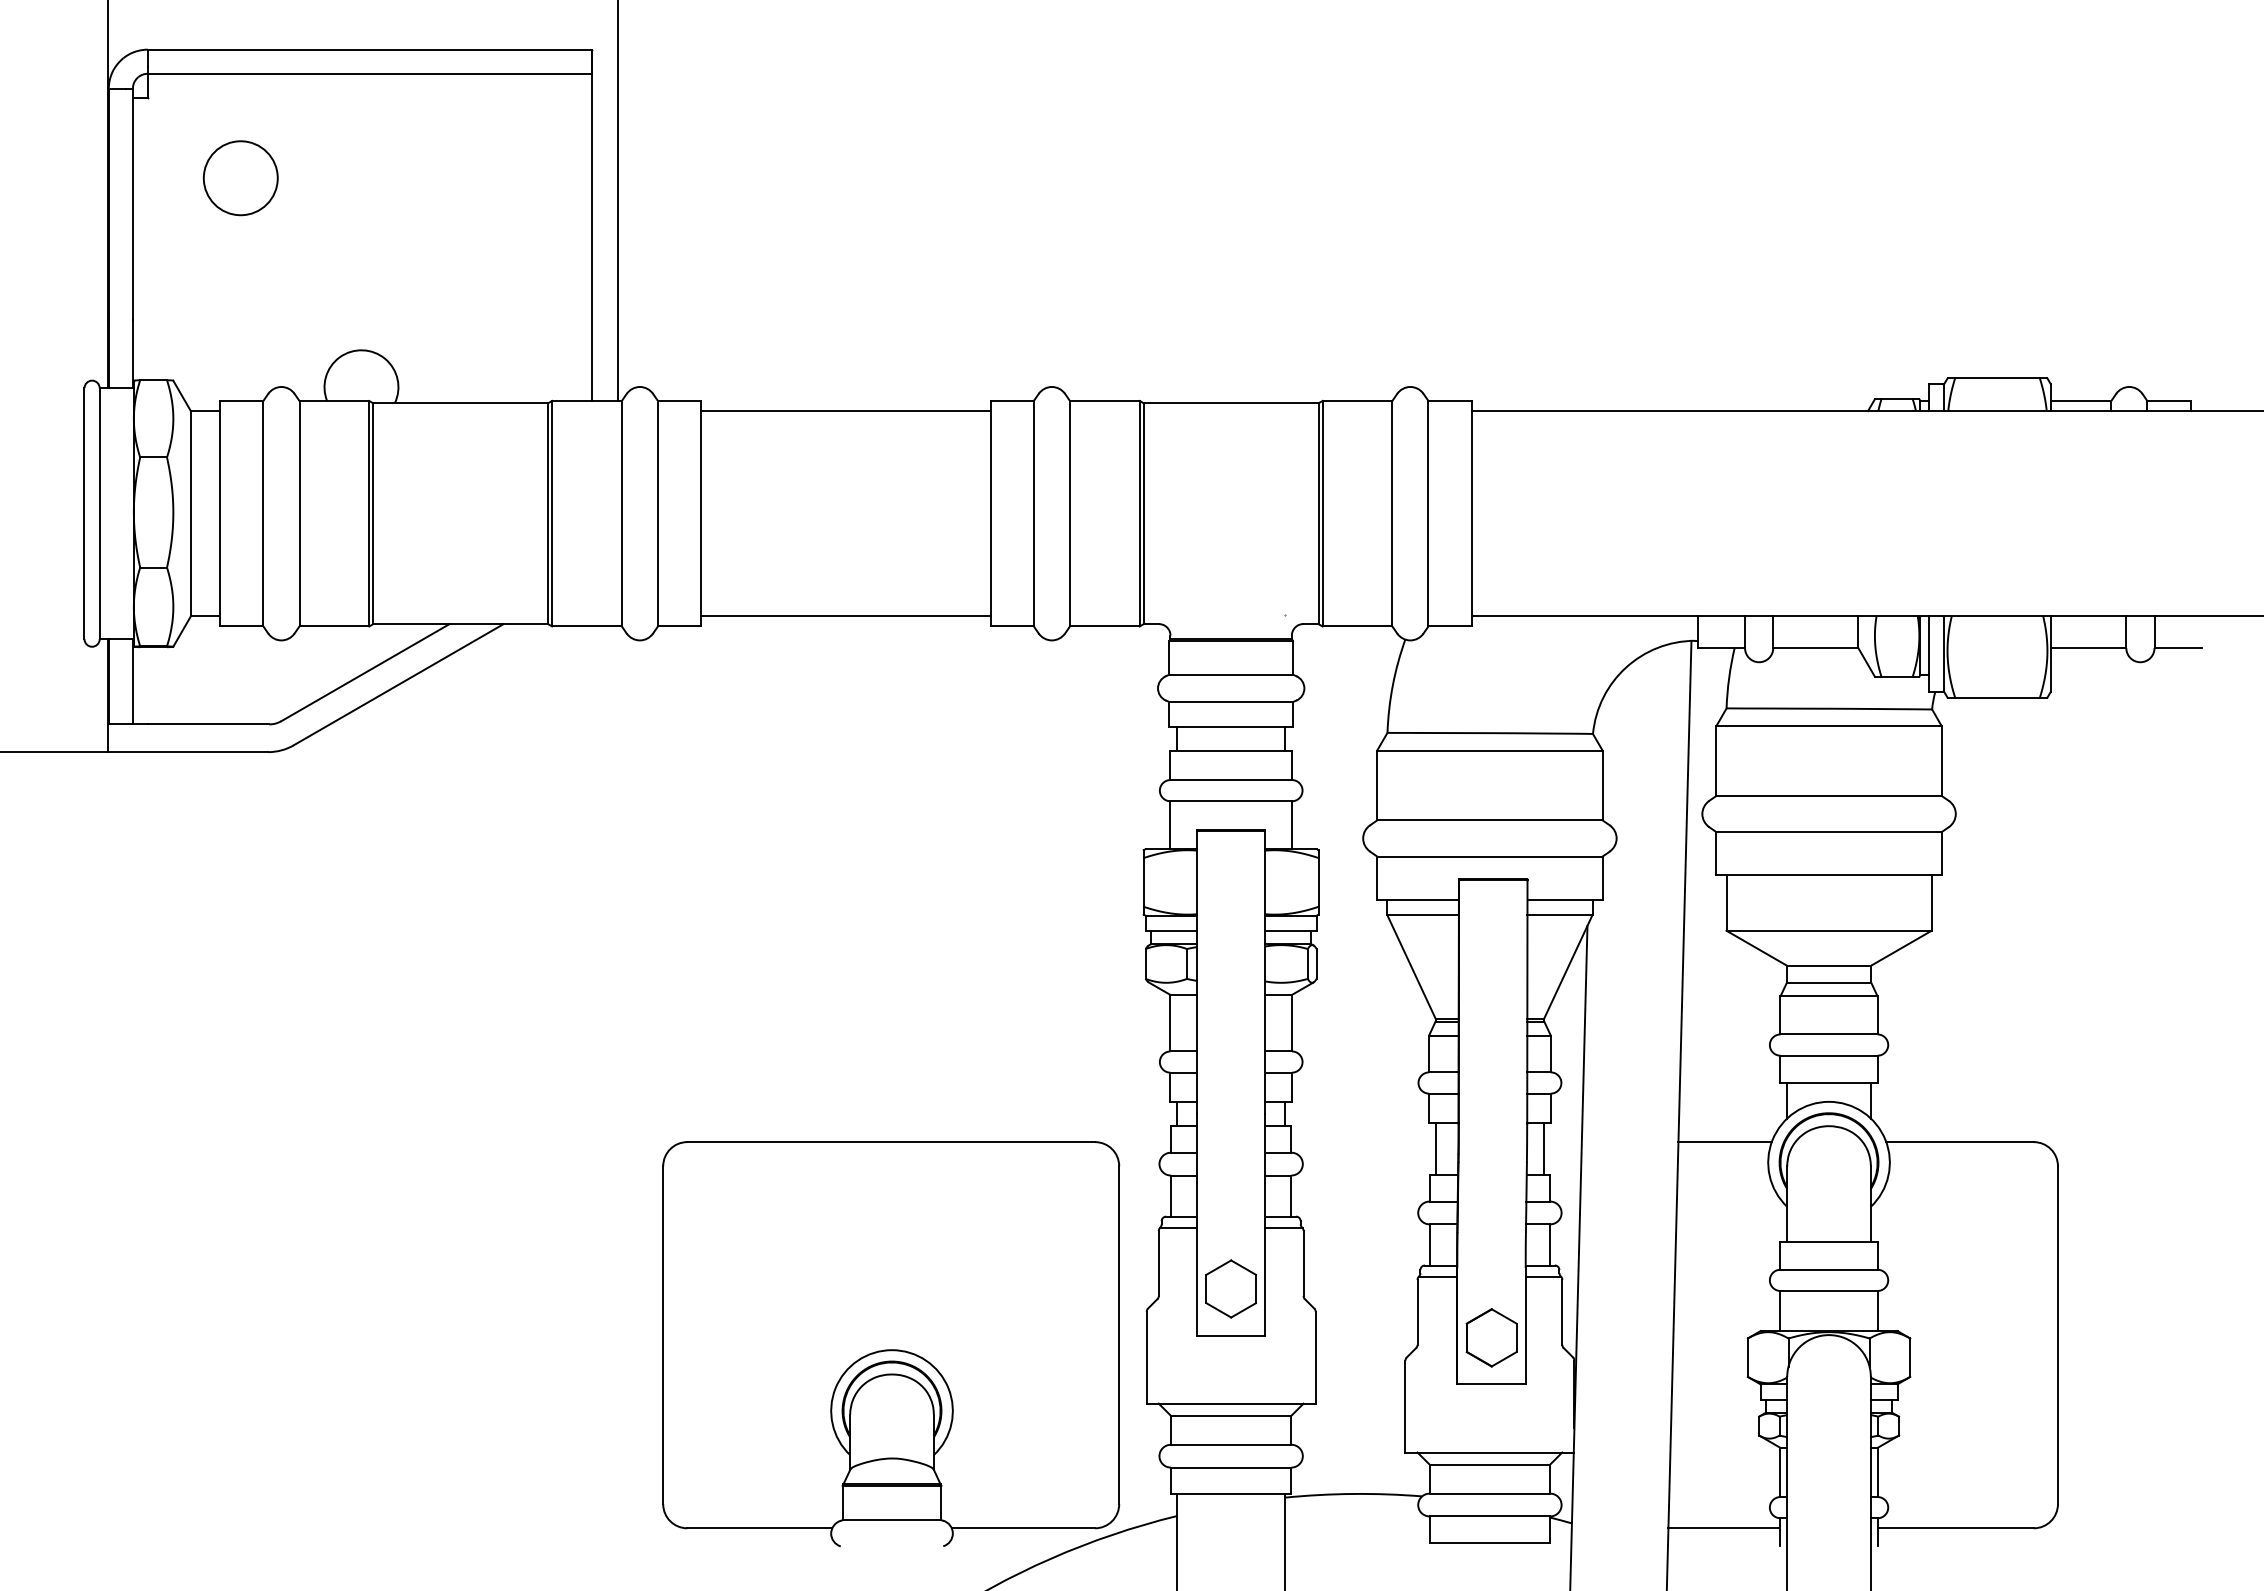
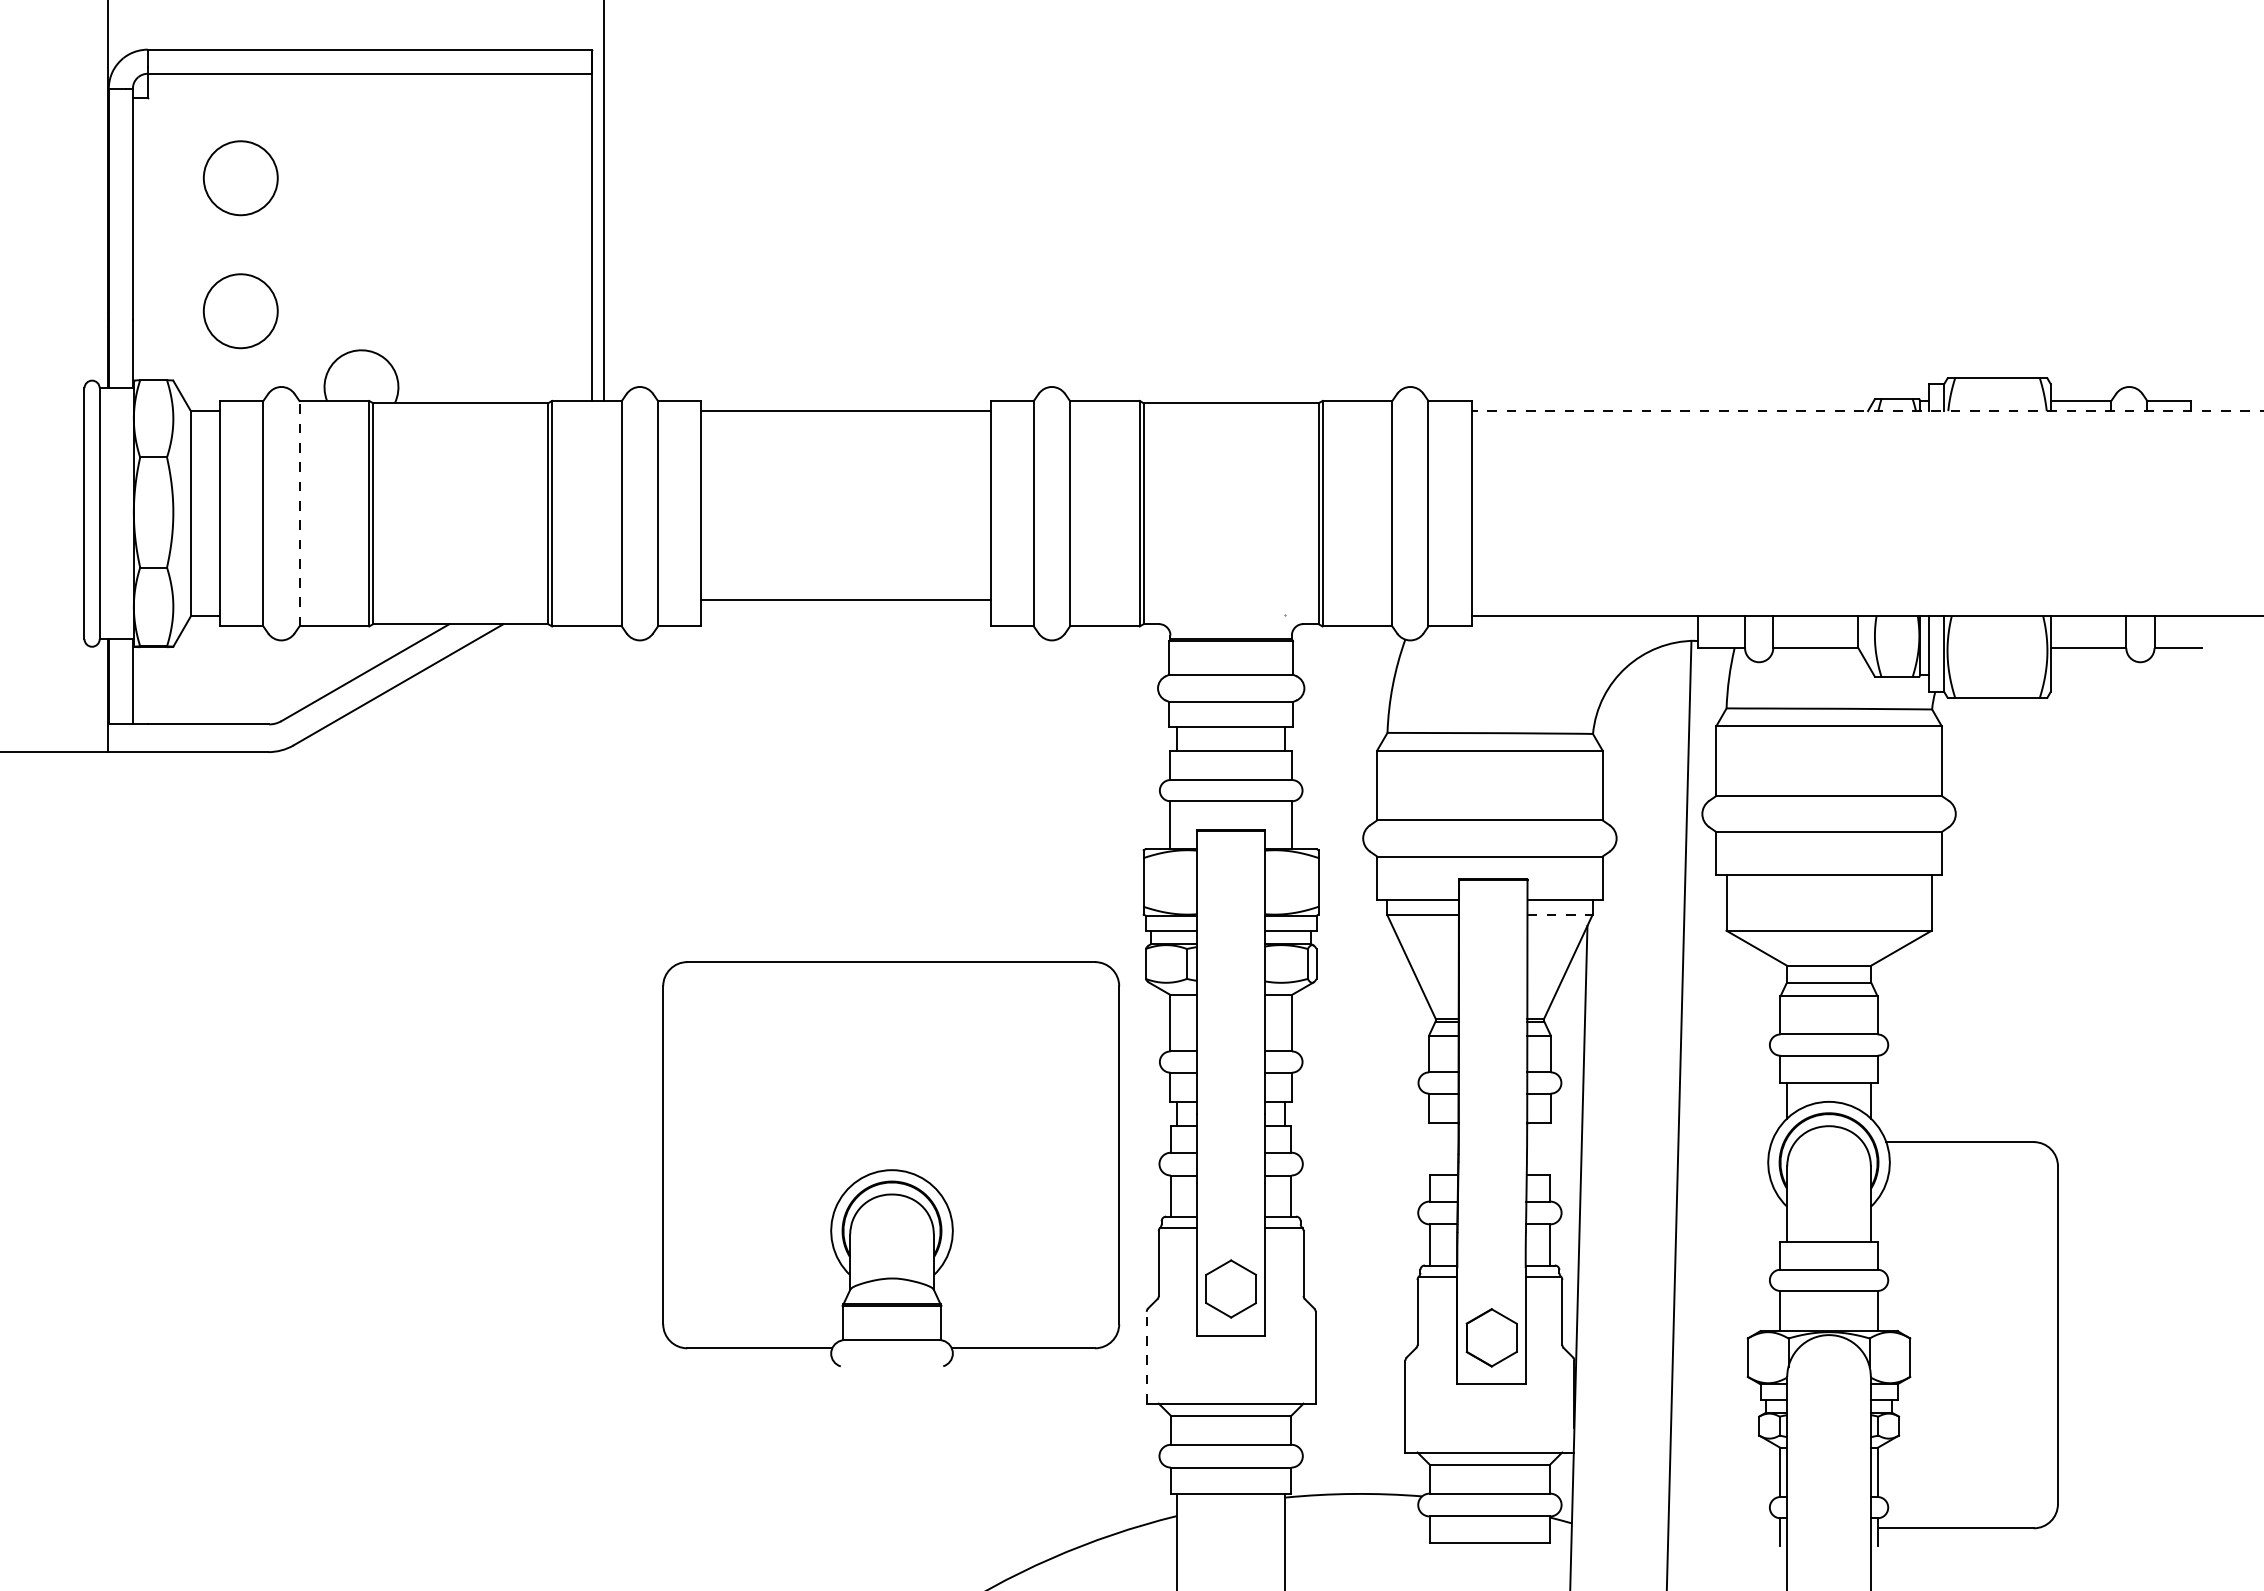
line at (618, 201) position: (618, 201) -> (604, 201)
circle at (240, 311): none -> present
line at (1867, 411): solid -> dashed
line at (299, 513): solid -> dashed
line at (845, 616) position: (845, 616) -> (845, 600)
line at (1559, 915): solid -> dashed
line at (1724, 1142): present -> none
line at (1435, 1148): present -> none
line at (1544, 1148): present -> none
part at (891, 1344) position: (891, 1344) -> (891, 1164)
line at (1146, 1357): solid -> dashed
line at (1724, 1528): present -> none
